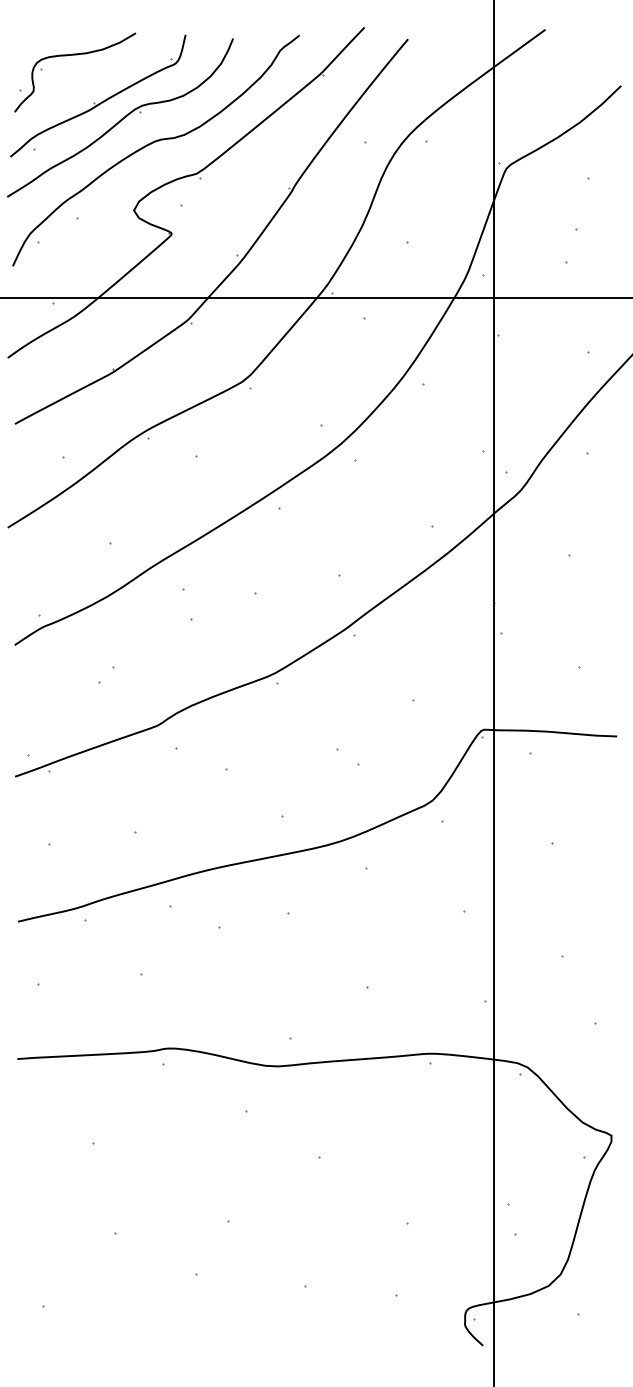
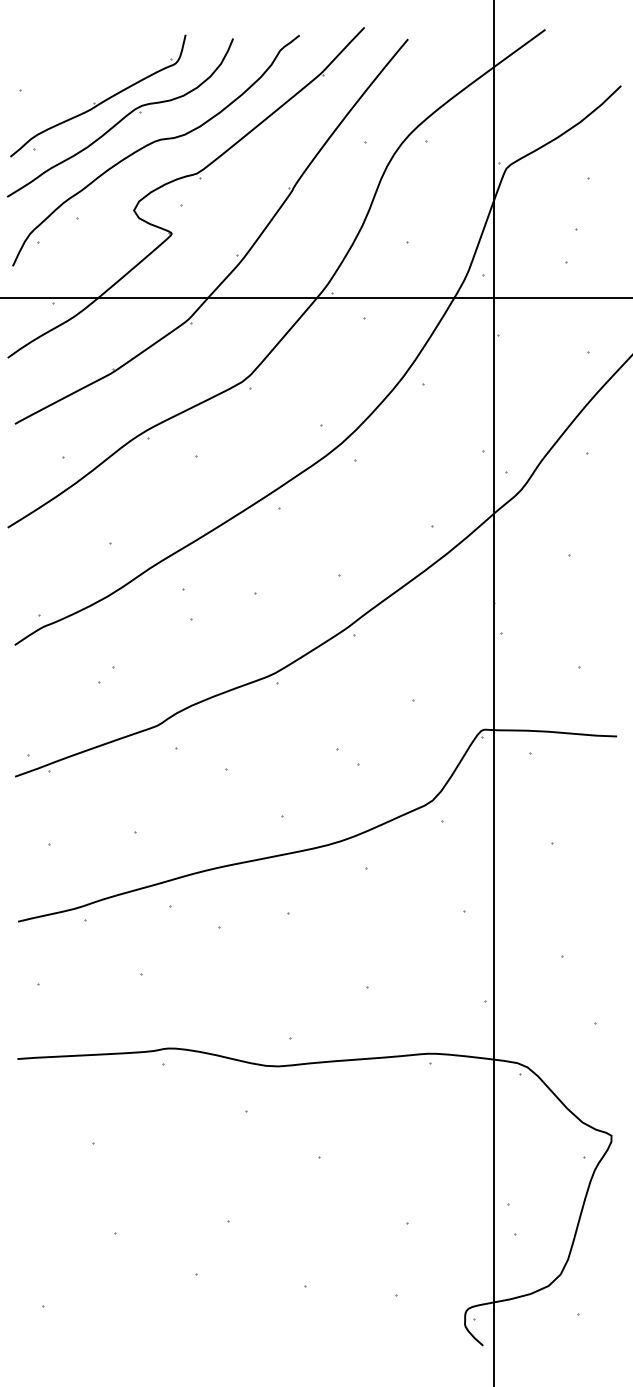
part at (75, 55): present -> none
